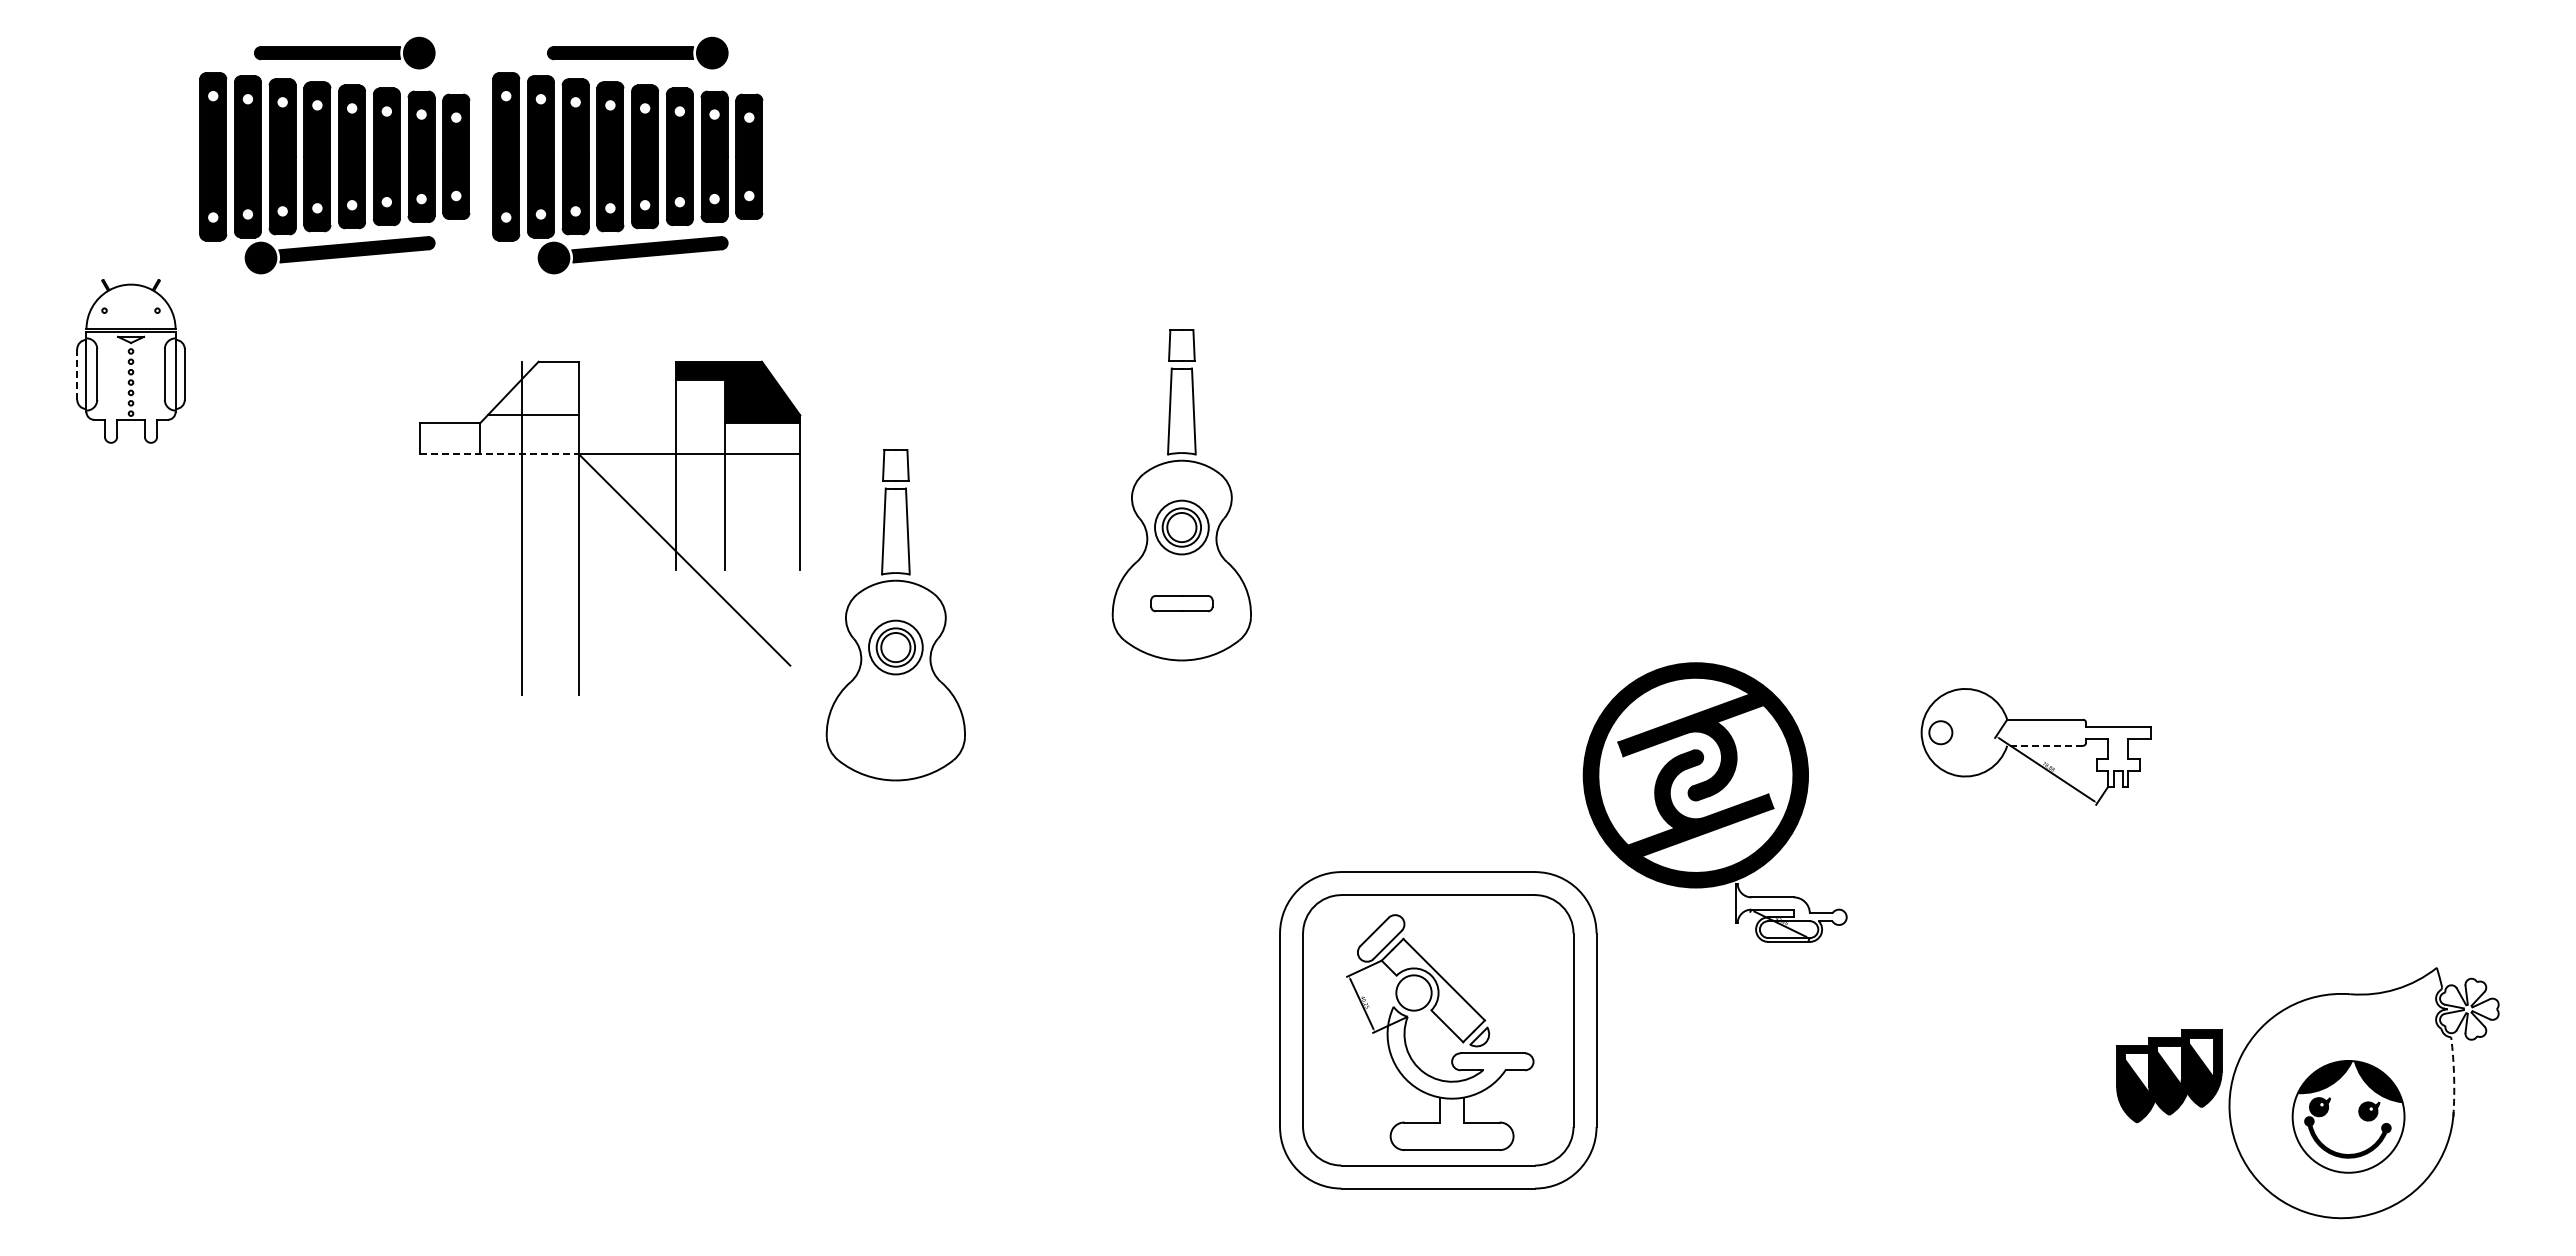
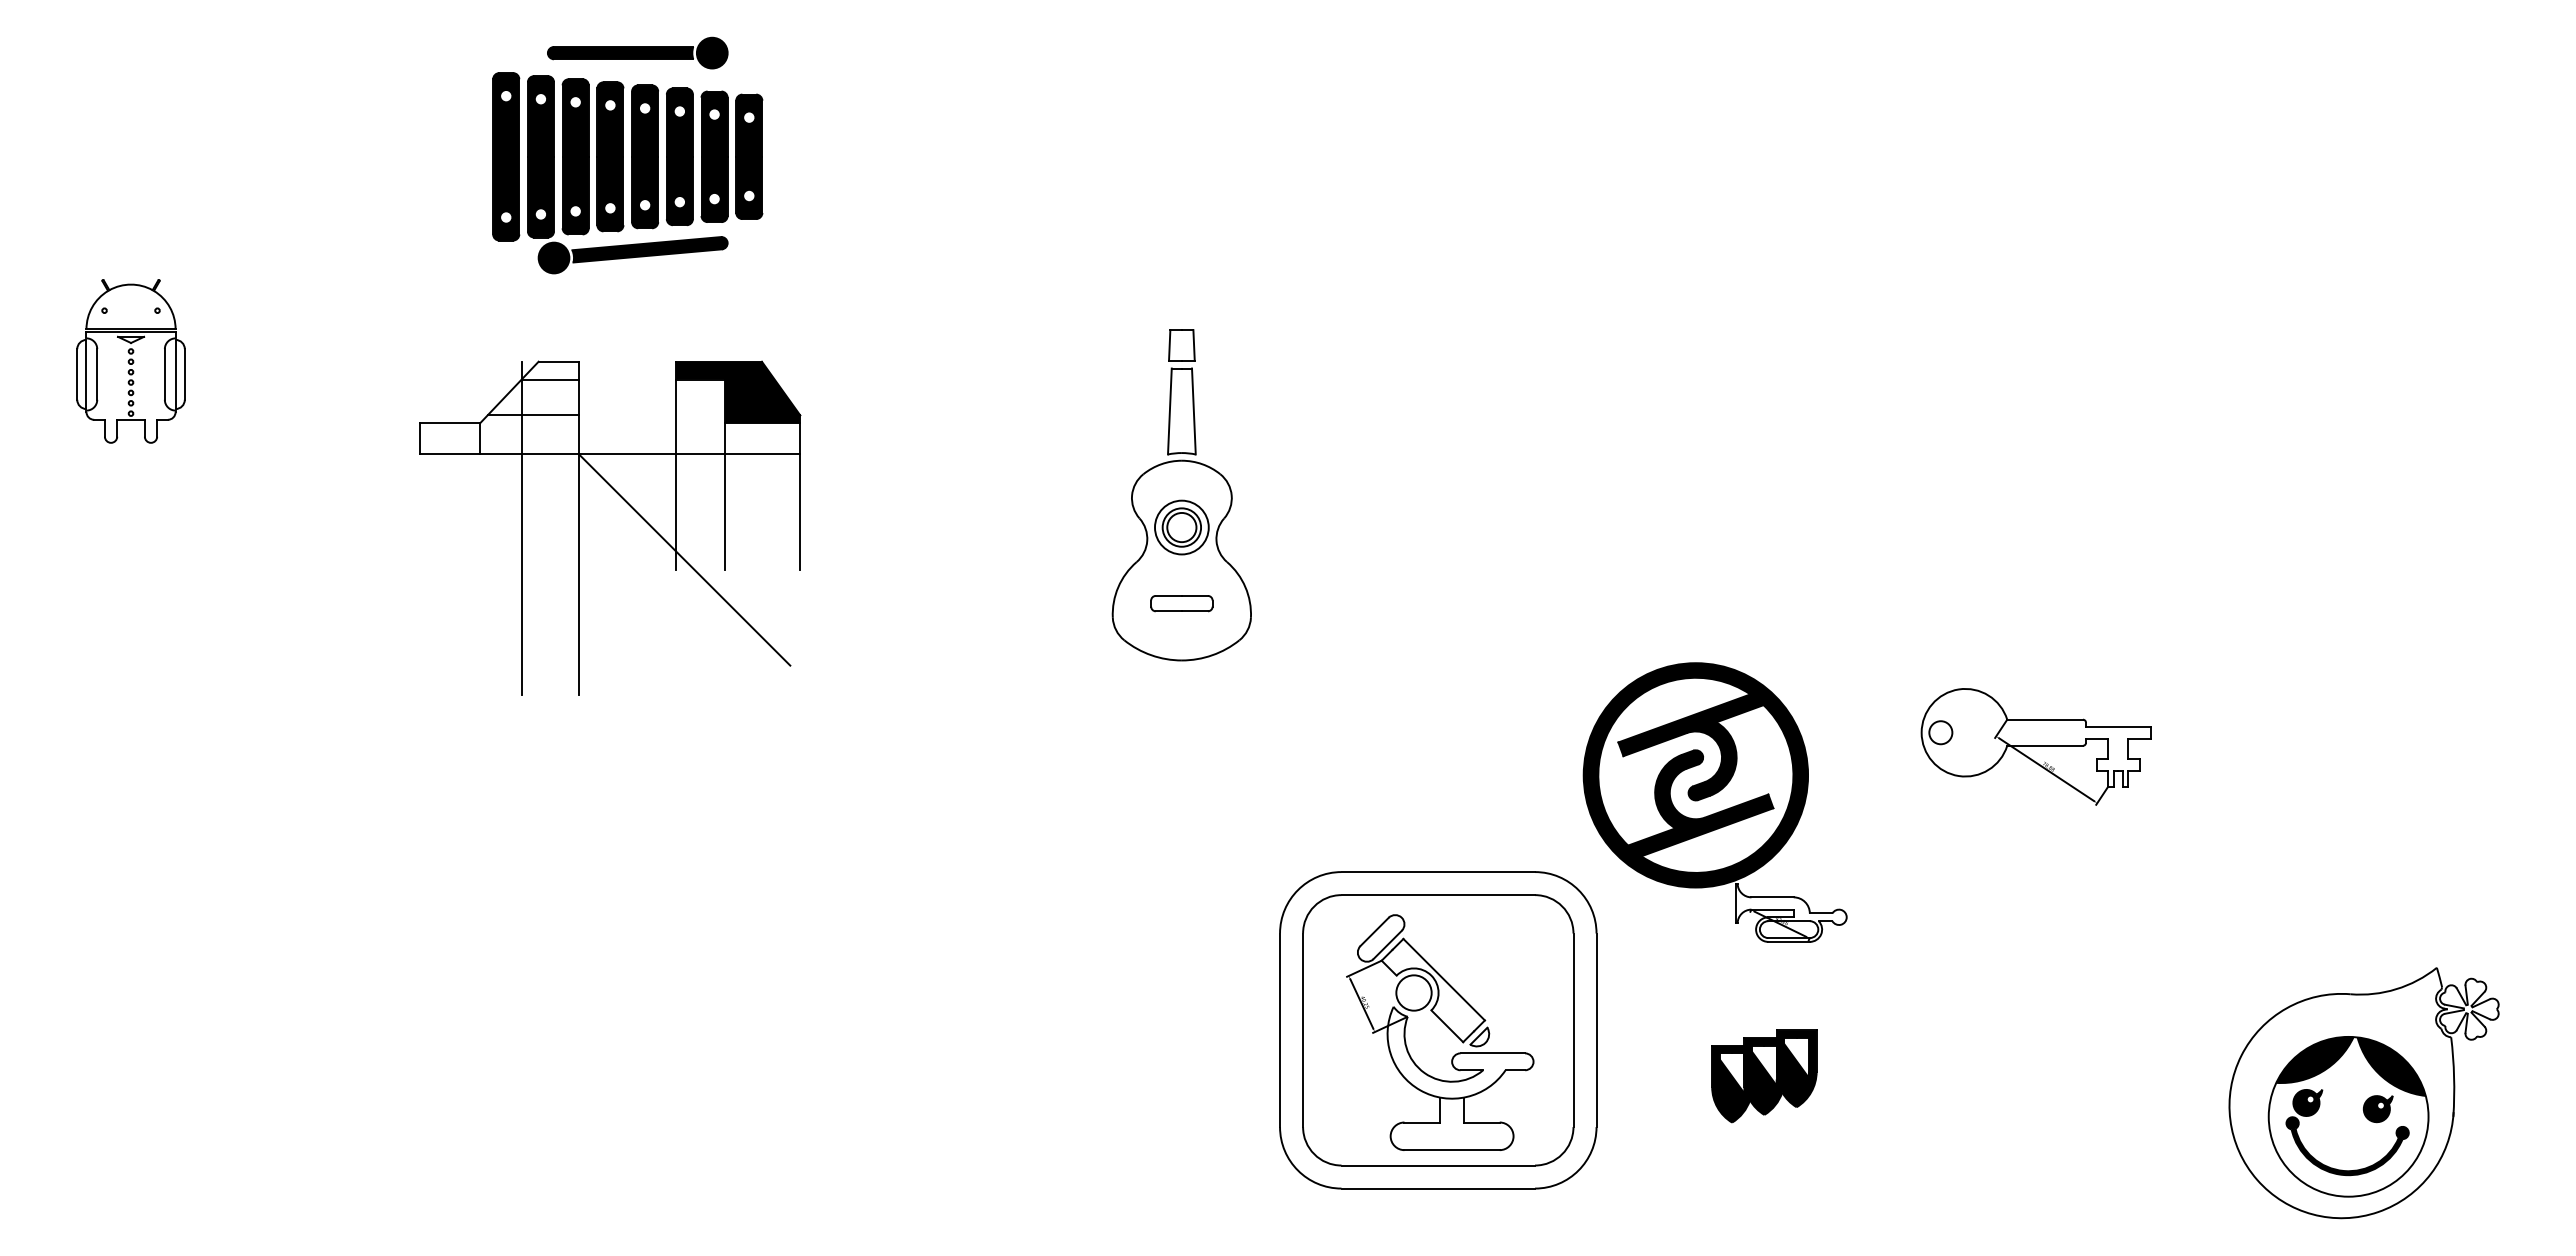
part at (334, 155): present -> none
line at (77, 374): dashed -> solid
line at (549, 379): none -> present
line at (499, 453): dashed -> solid
part at (895, 615): present -> none
line at (2045, 745): dashed -> solid
part at (2169, 1076) position: (2169, 1076) -> (1764, 1076)
arc at (2454, 1076): dashed -> solid
part at (2348, 1116) size: 115x114 px -> 163x162 px
